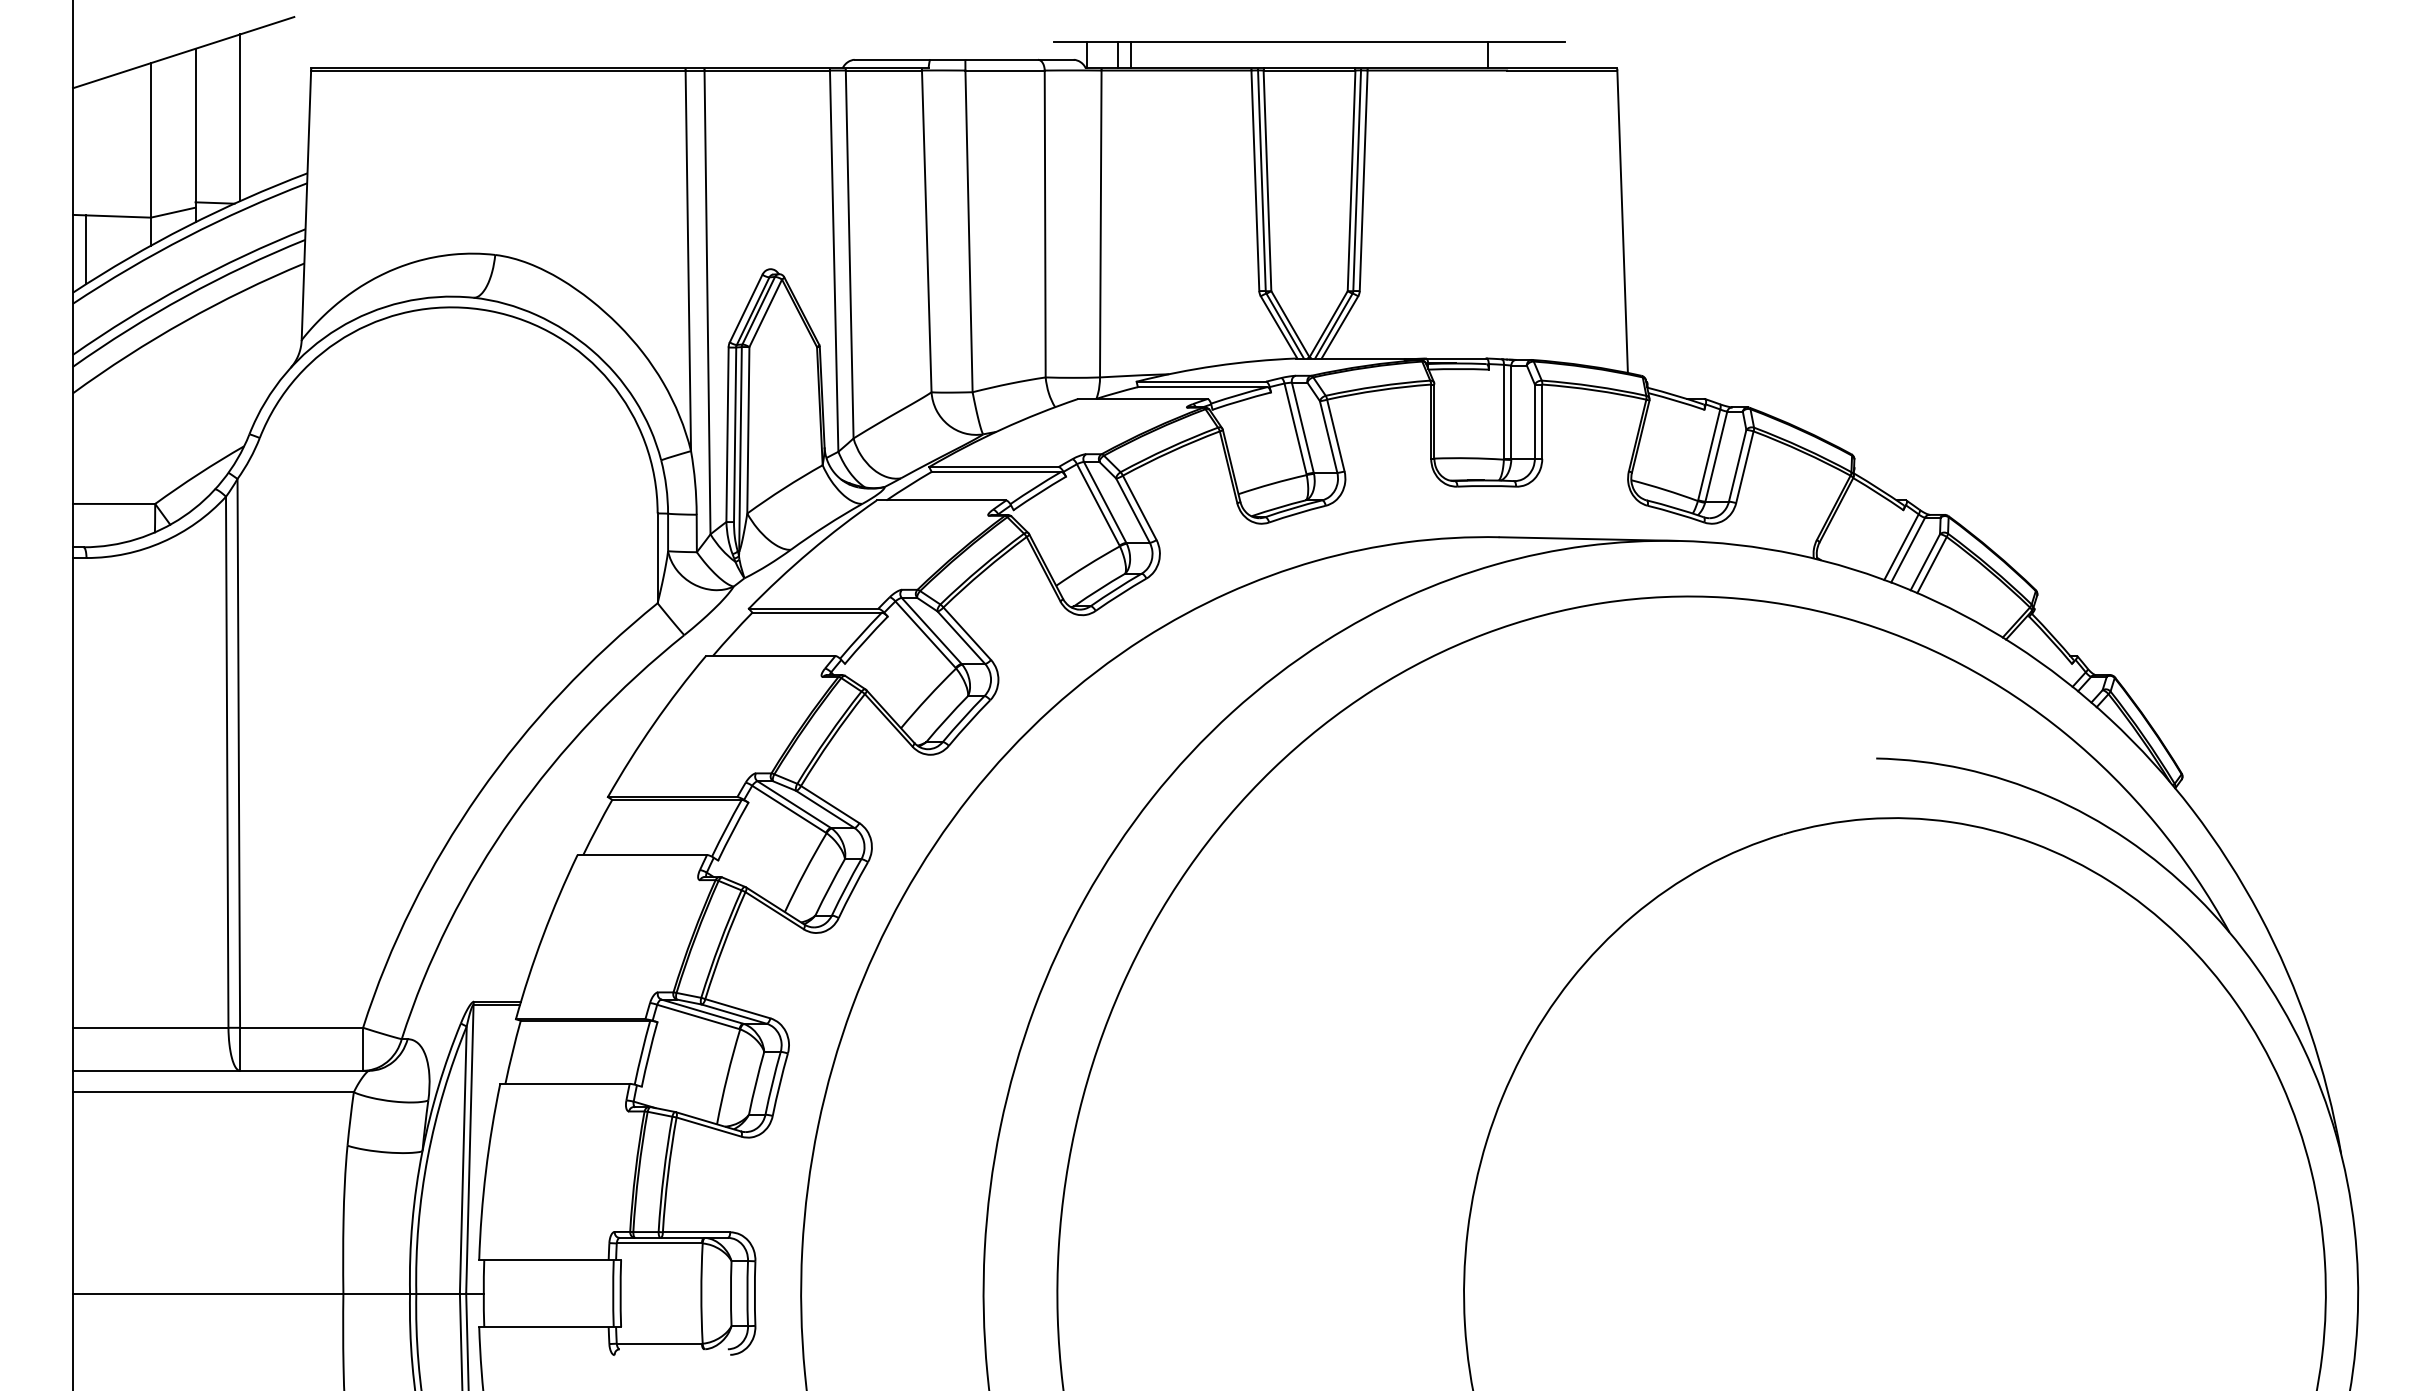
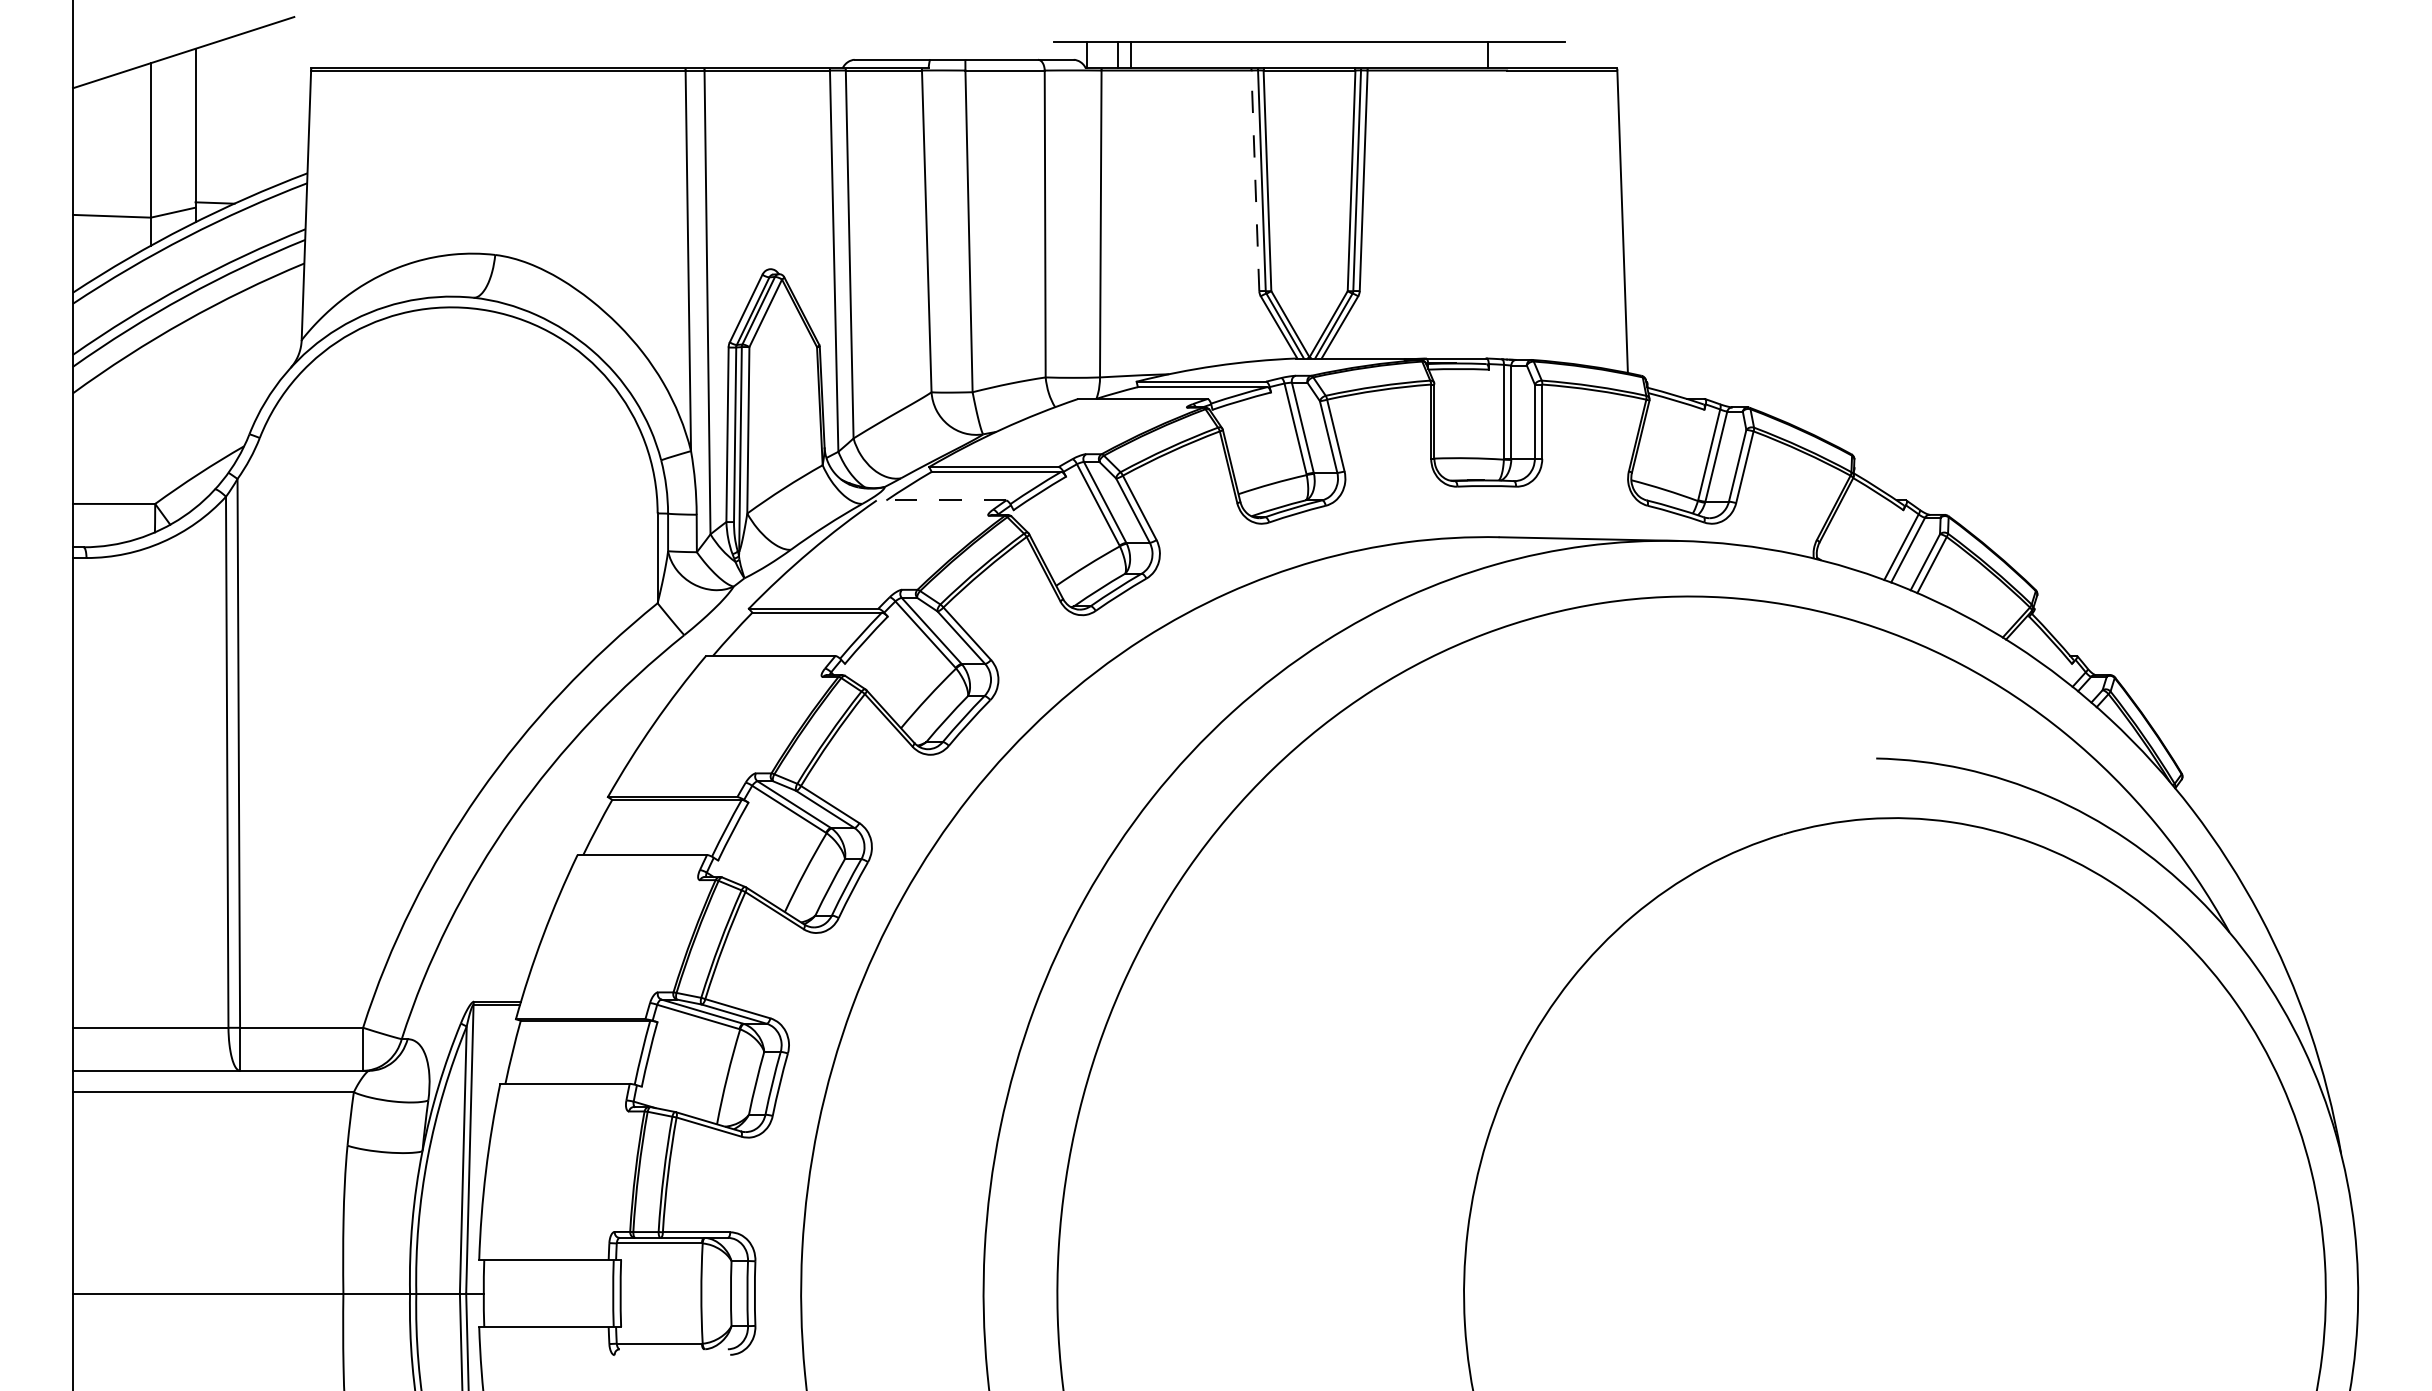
line at (240, 117): present -> none
line at (1255, 180): solid -> dashed
line at (86, 249): present -> none
line at (941, 500): solid -> dashed
